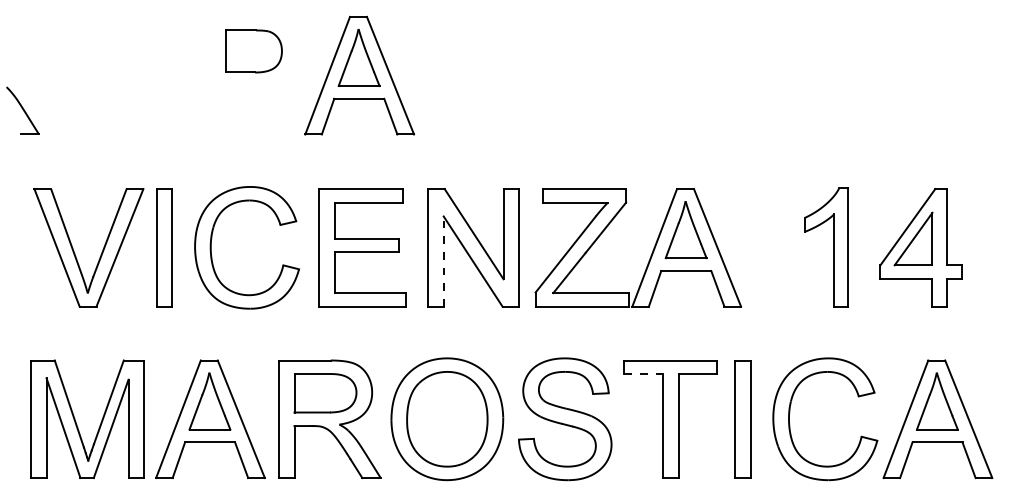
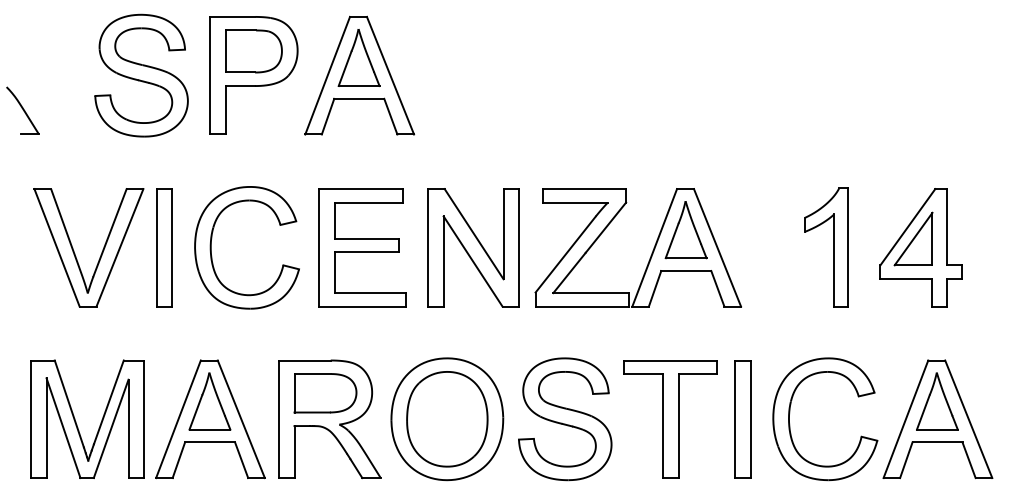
part at (141, 75): none -> present
part at (253, 75): none -> present
line at (443, 261): dashed -> solid
line at (644, 374): dashed -> solid
